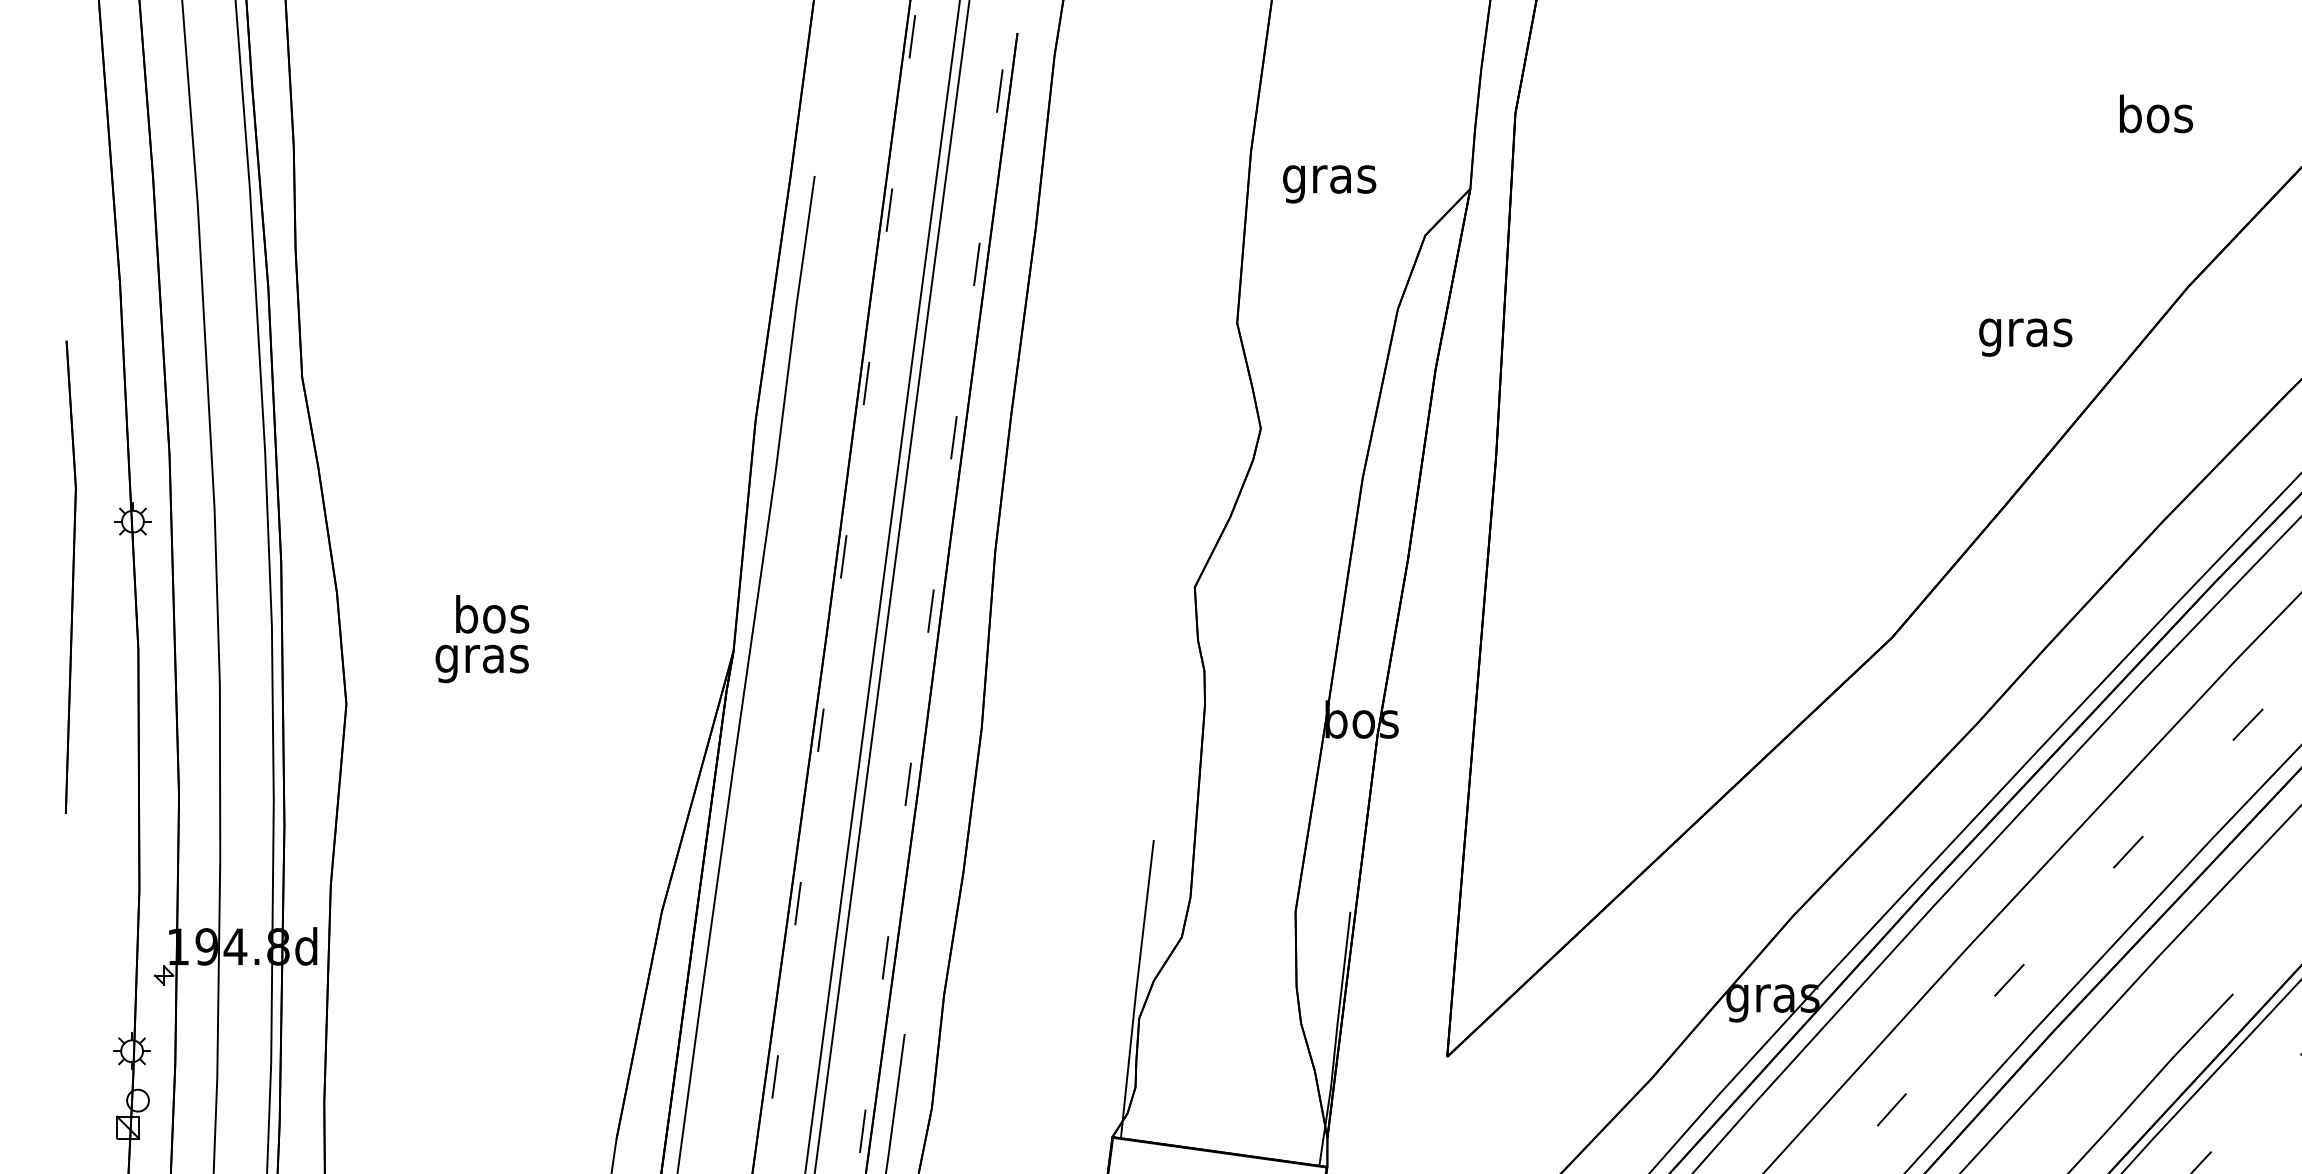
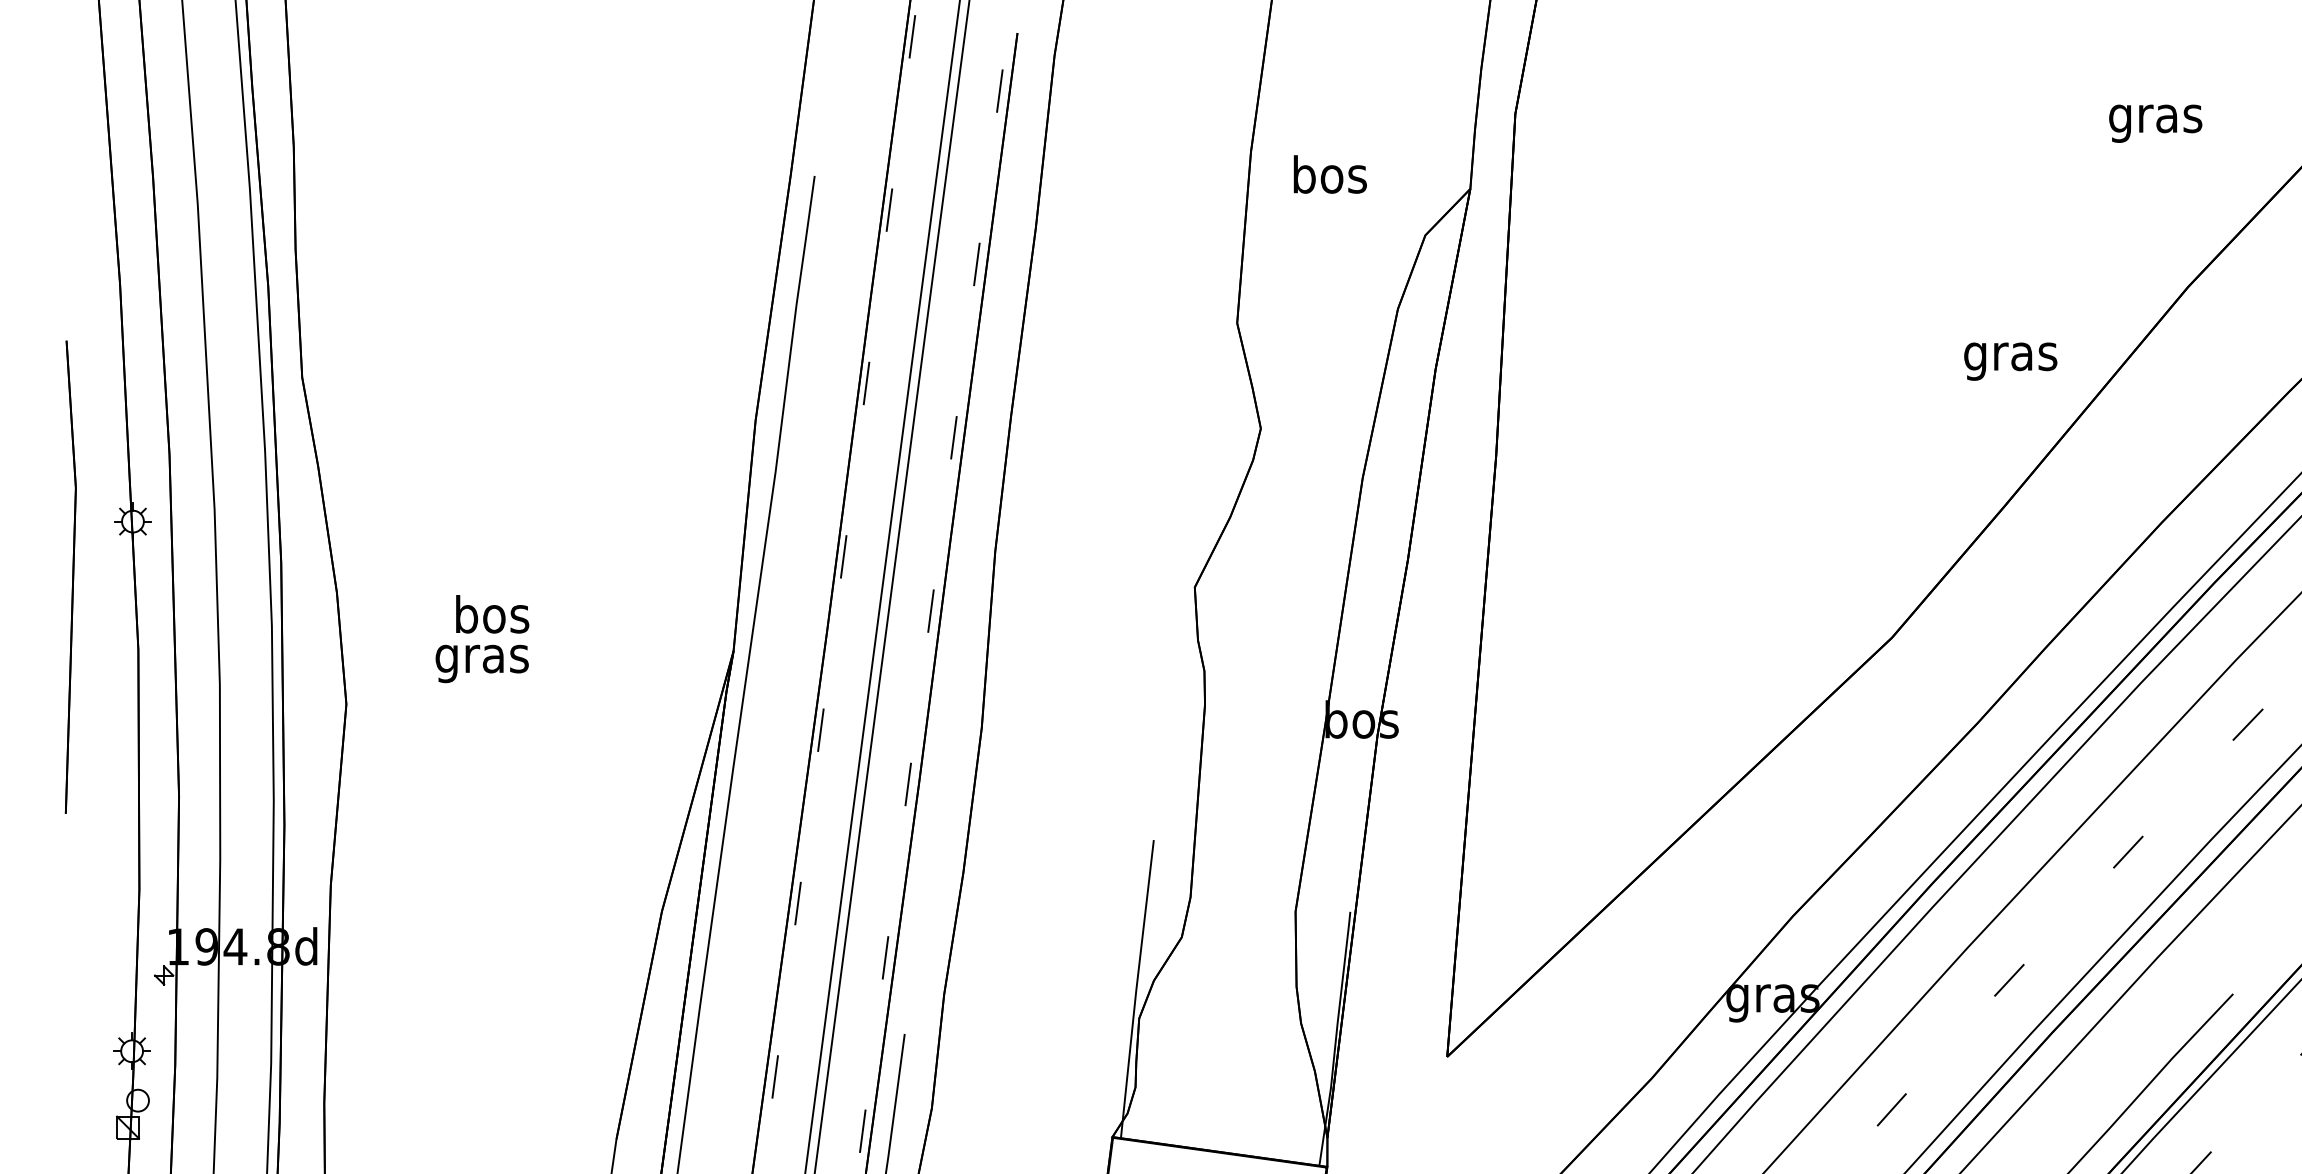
text at (2155, 118): bos -> gras
text at (1329, 179): gras -> bos
text at (2025, 337) position: (2025, 337) -> (2010, 361)
